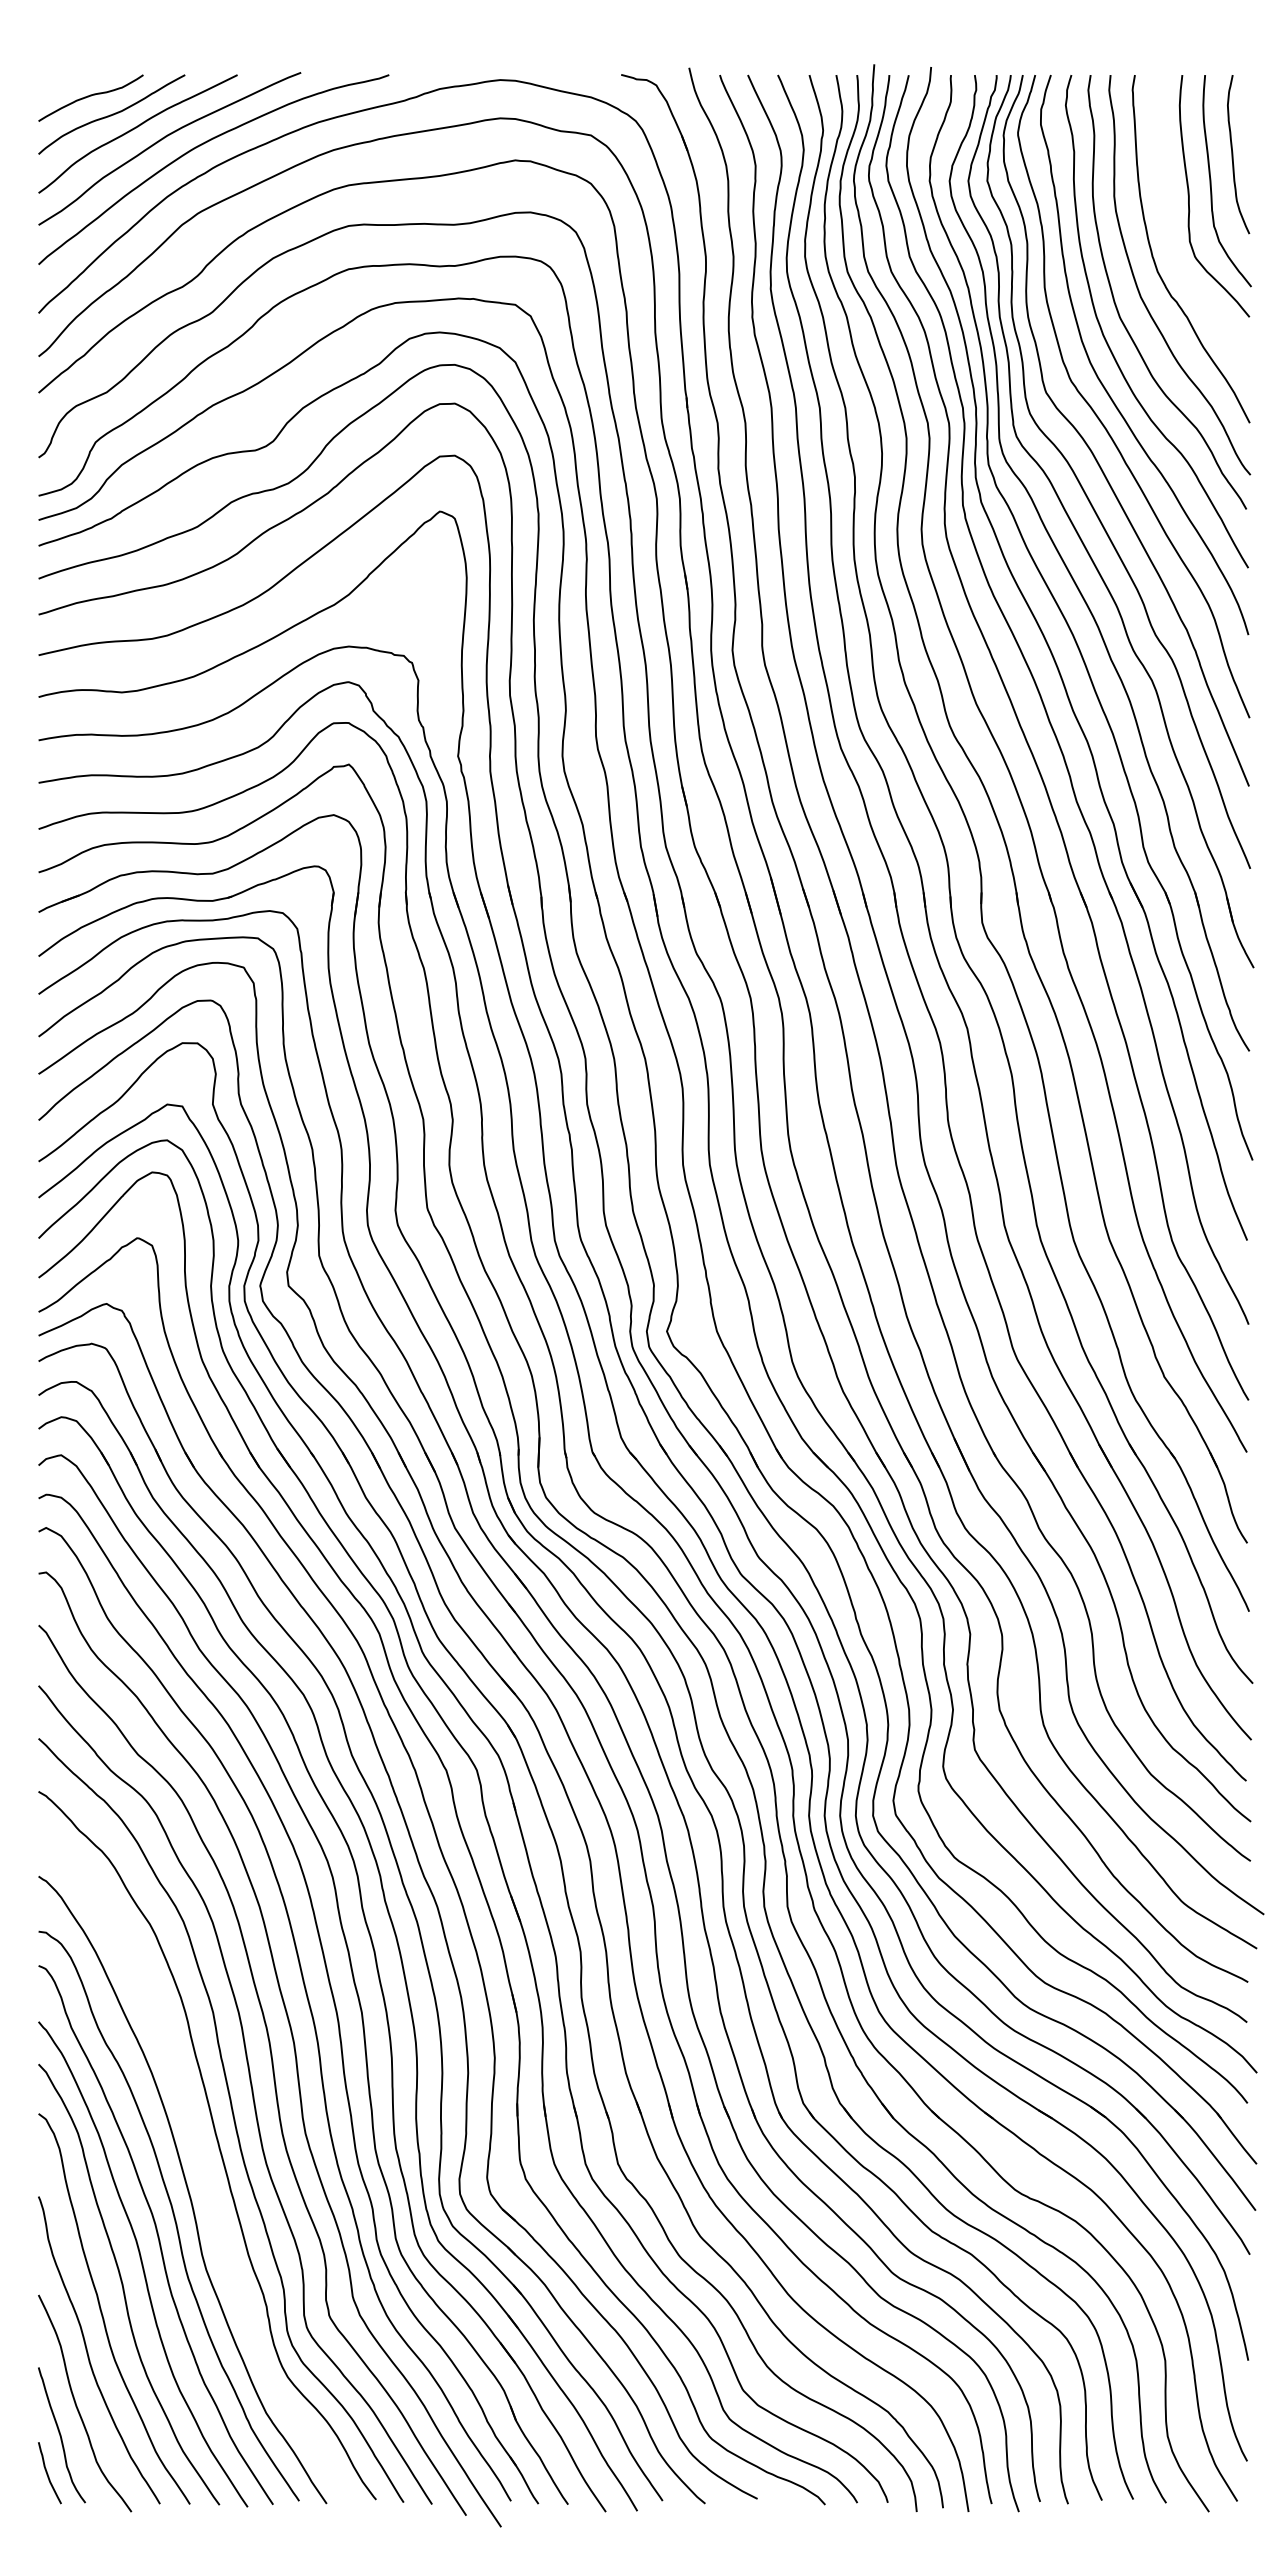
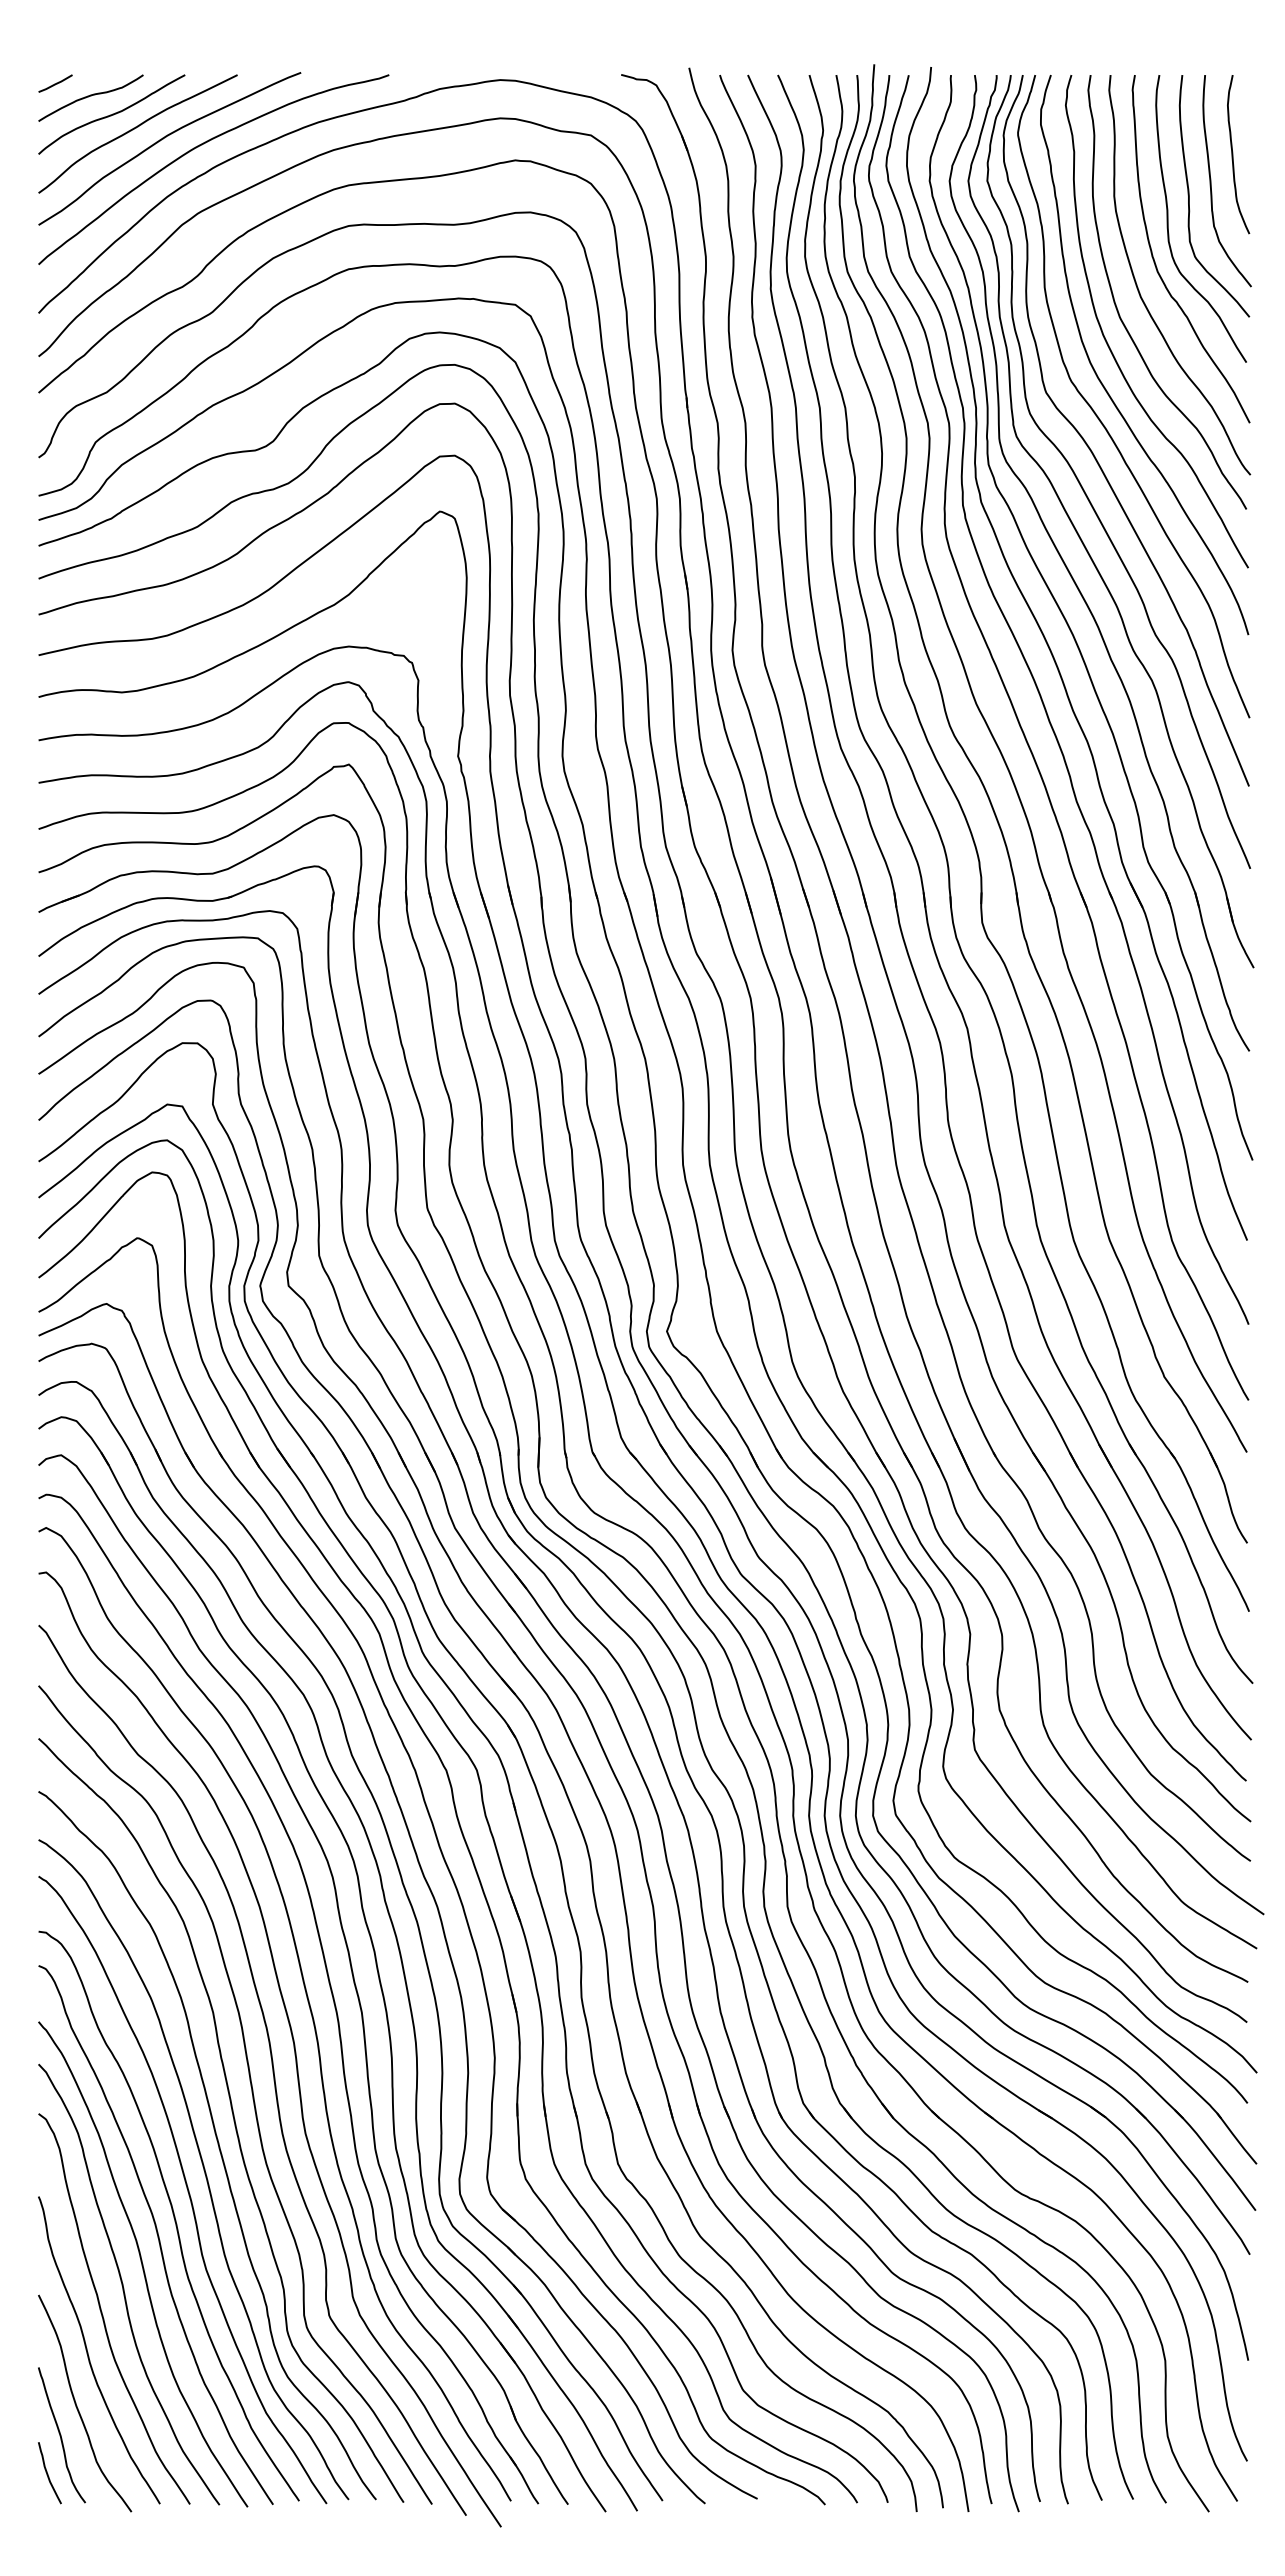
line at (55, 83): none -> present
curve at (1168, 218): none -> present
curve at (202, 2166): none -> present
